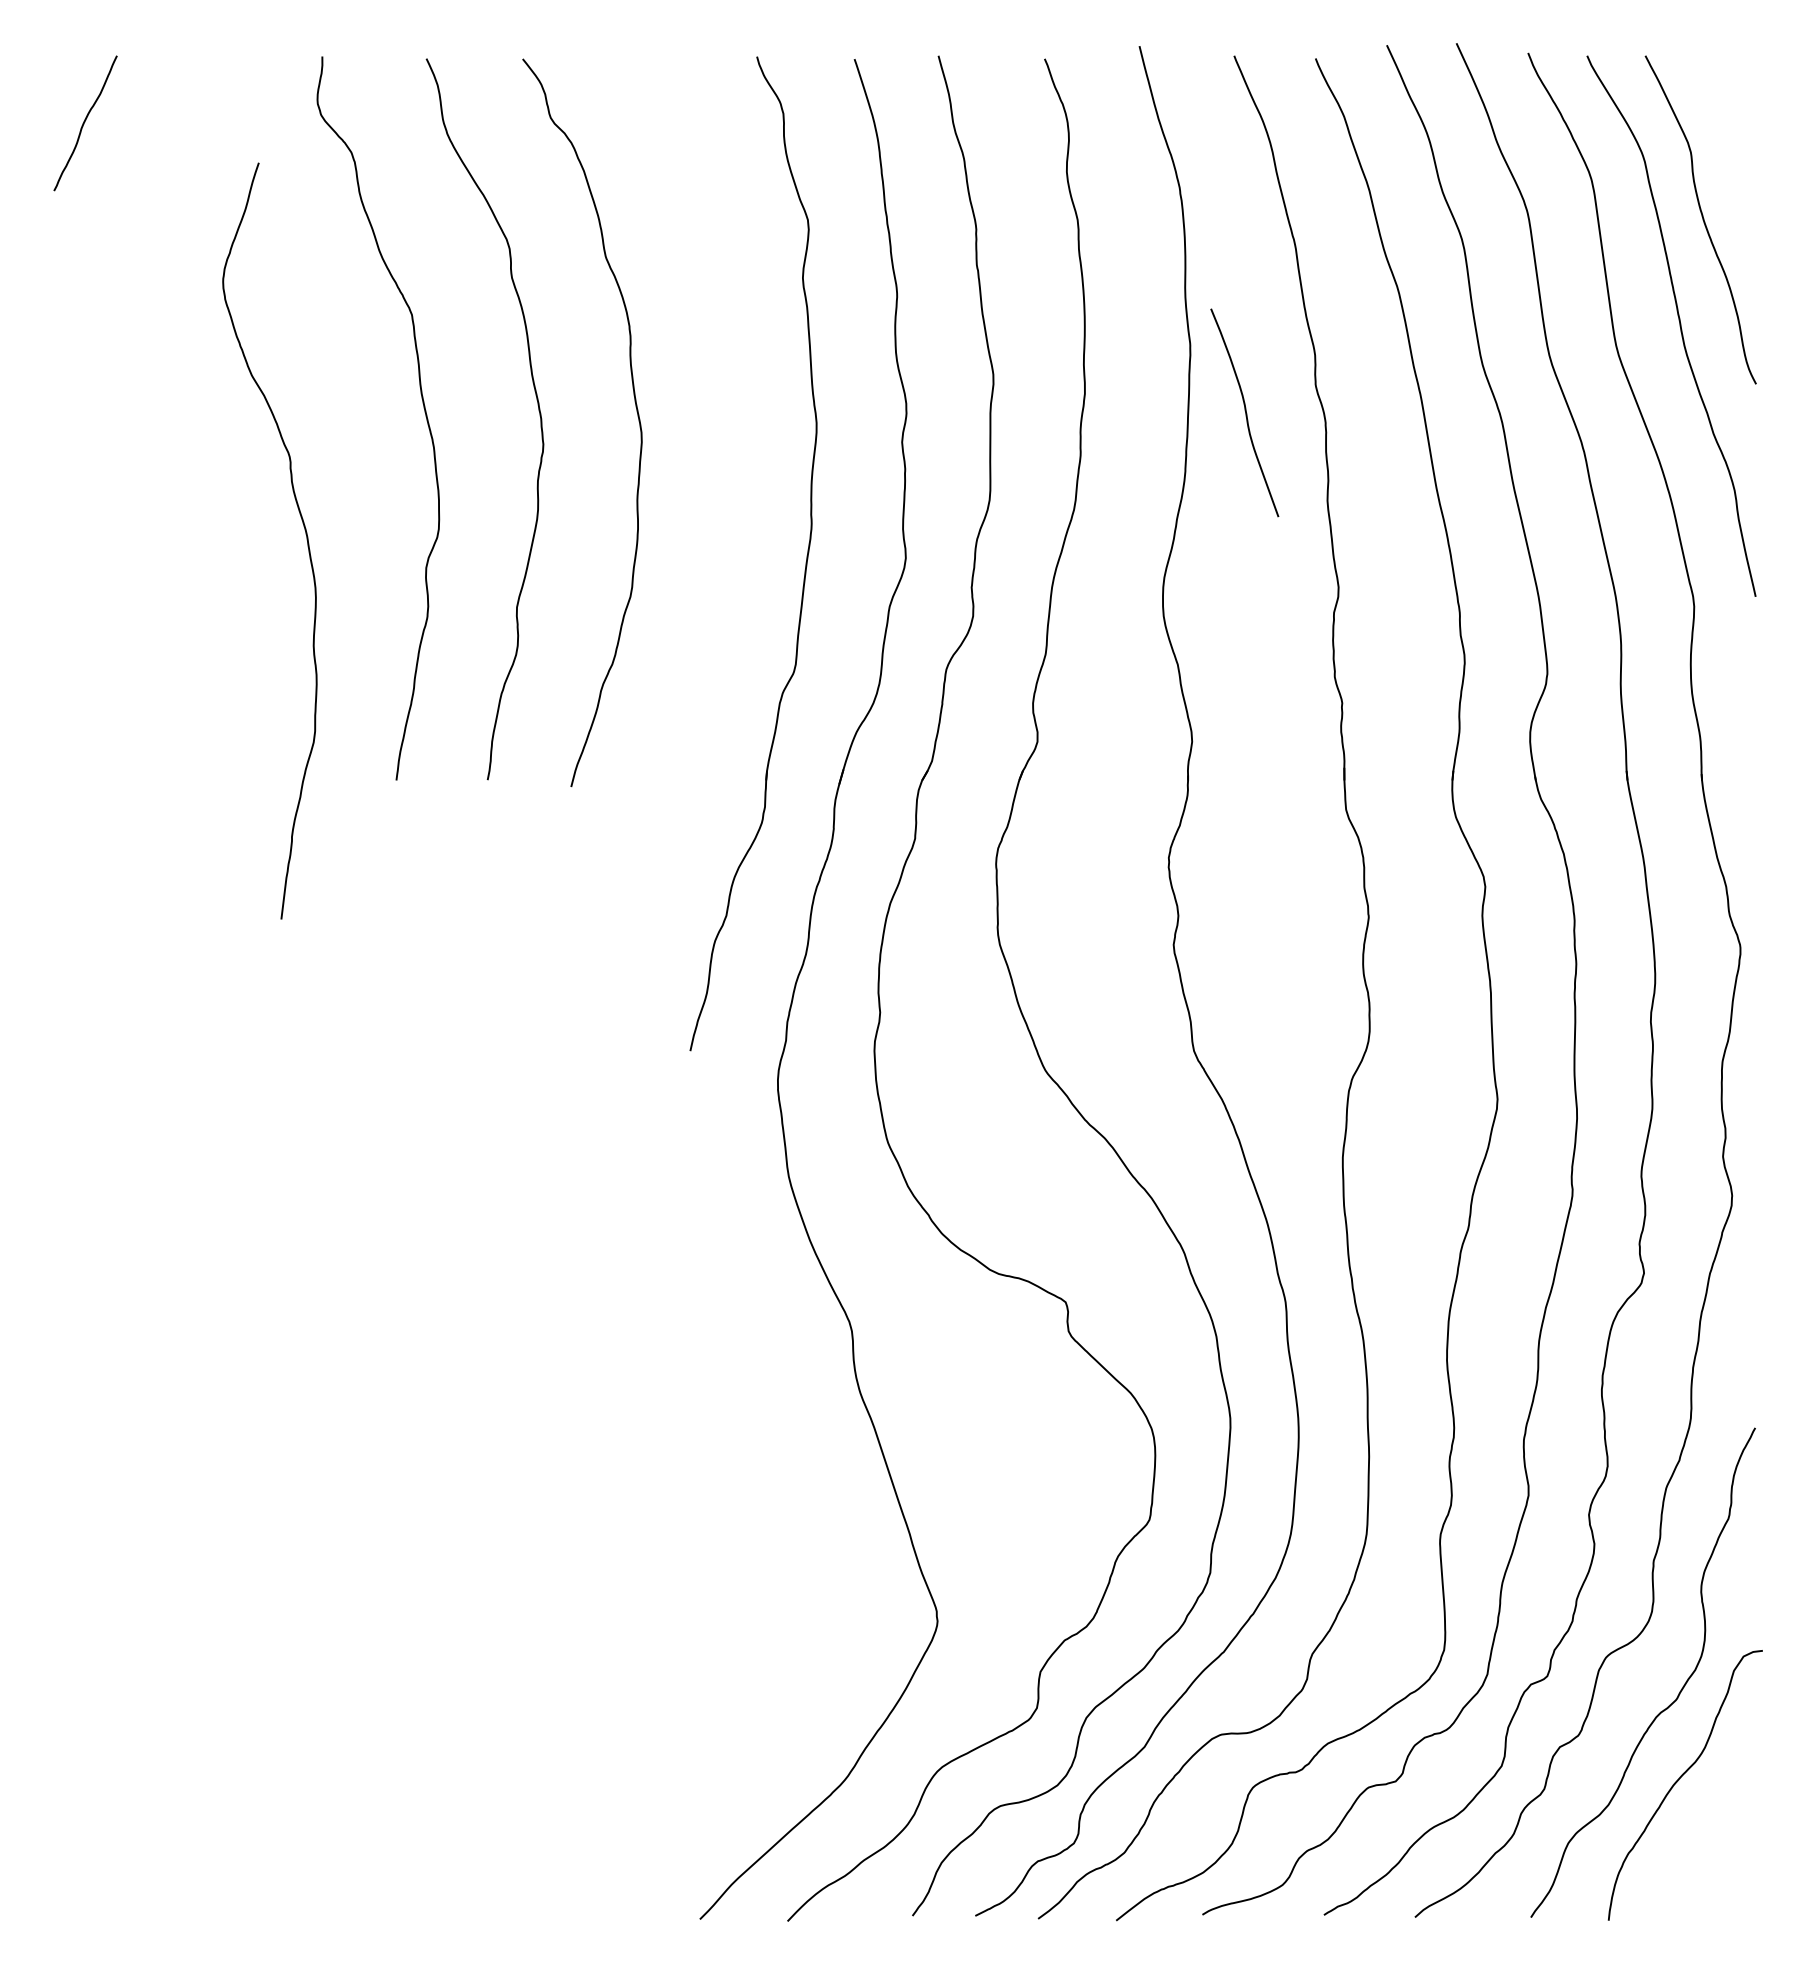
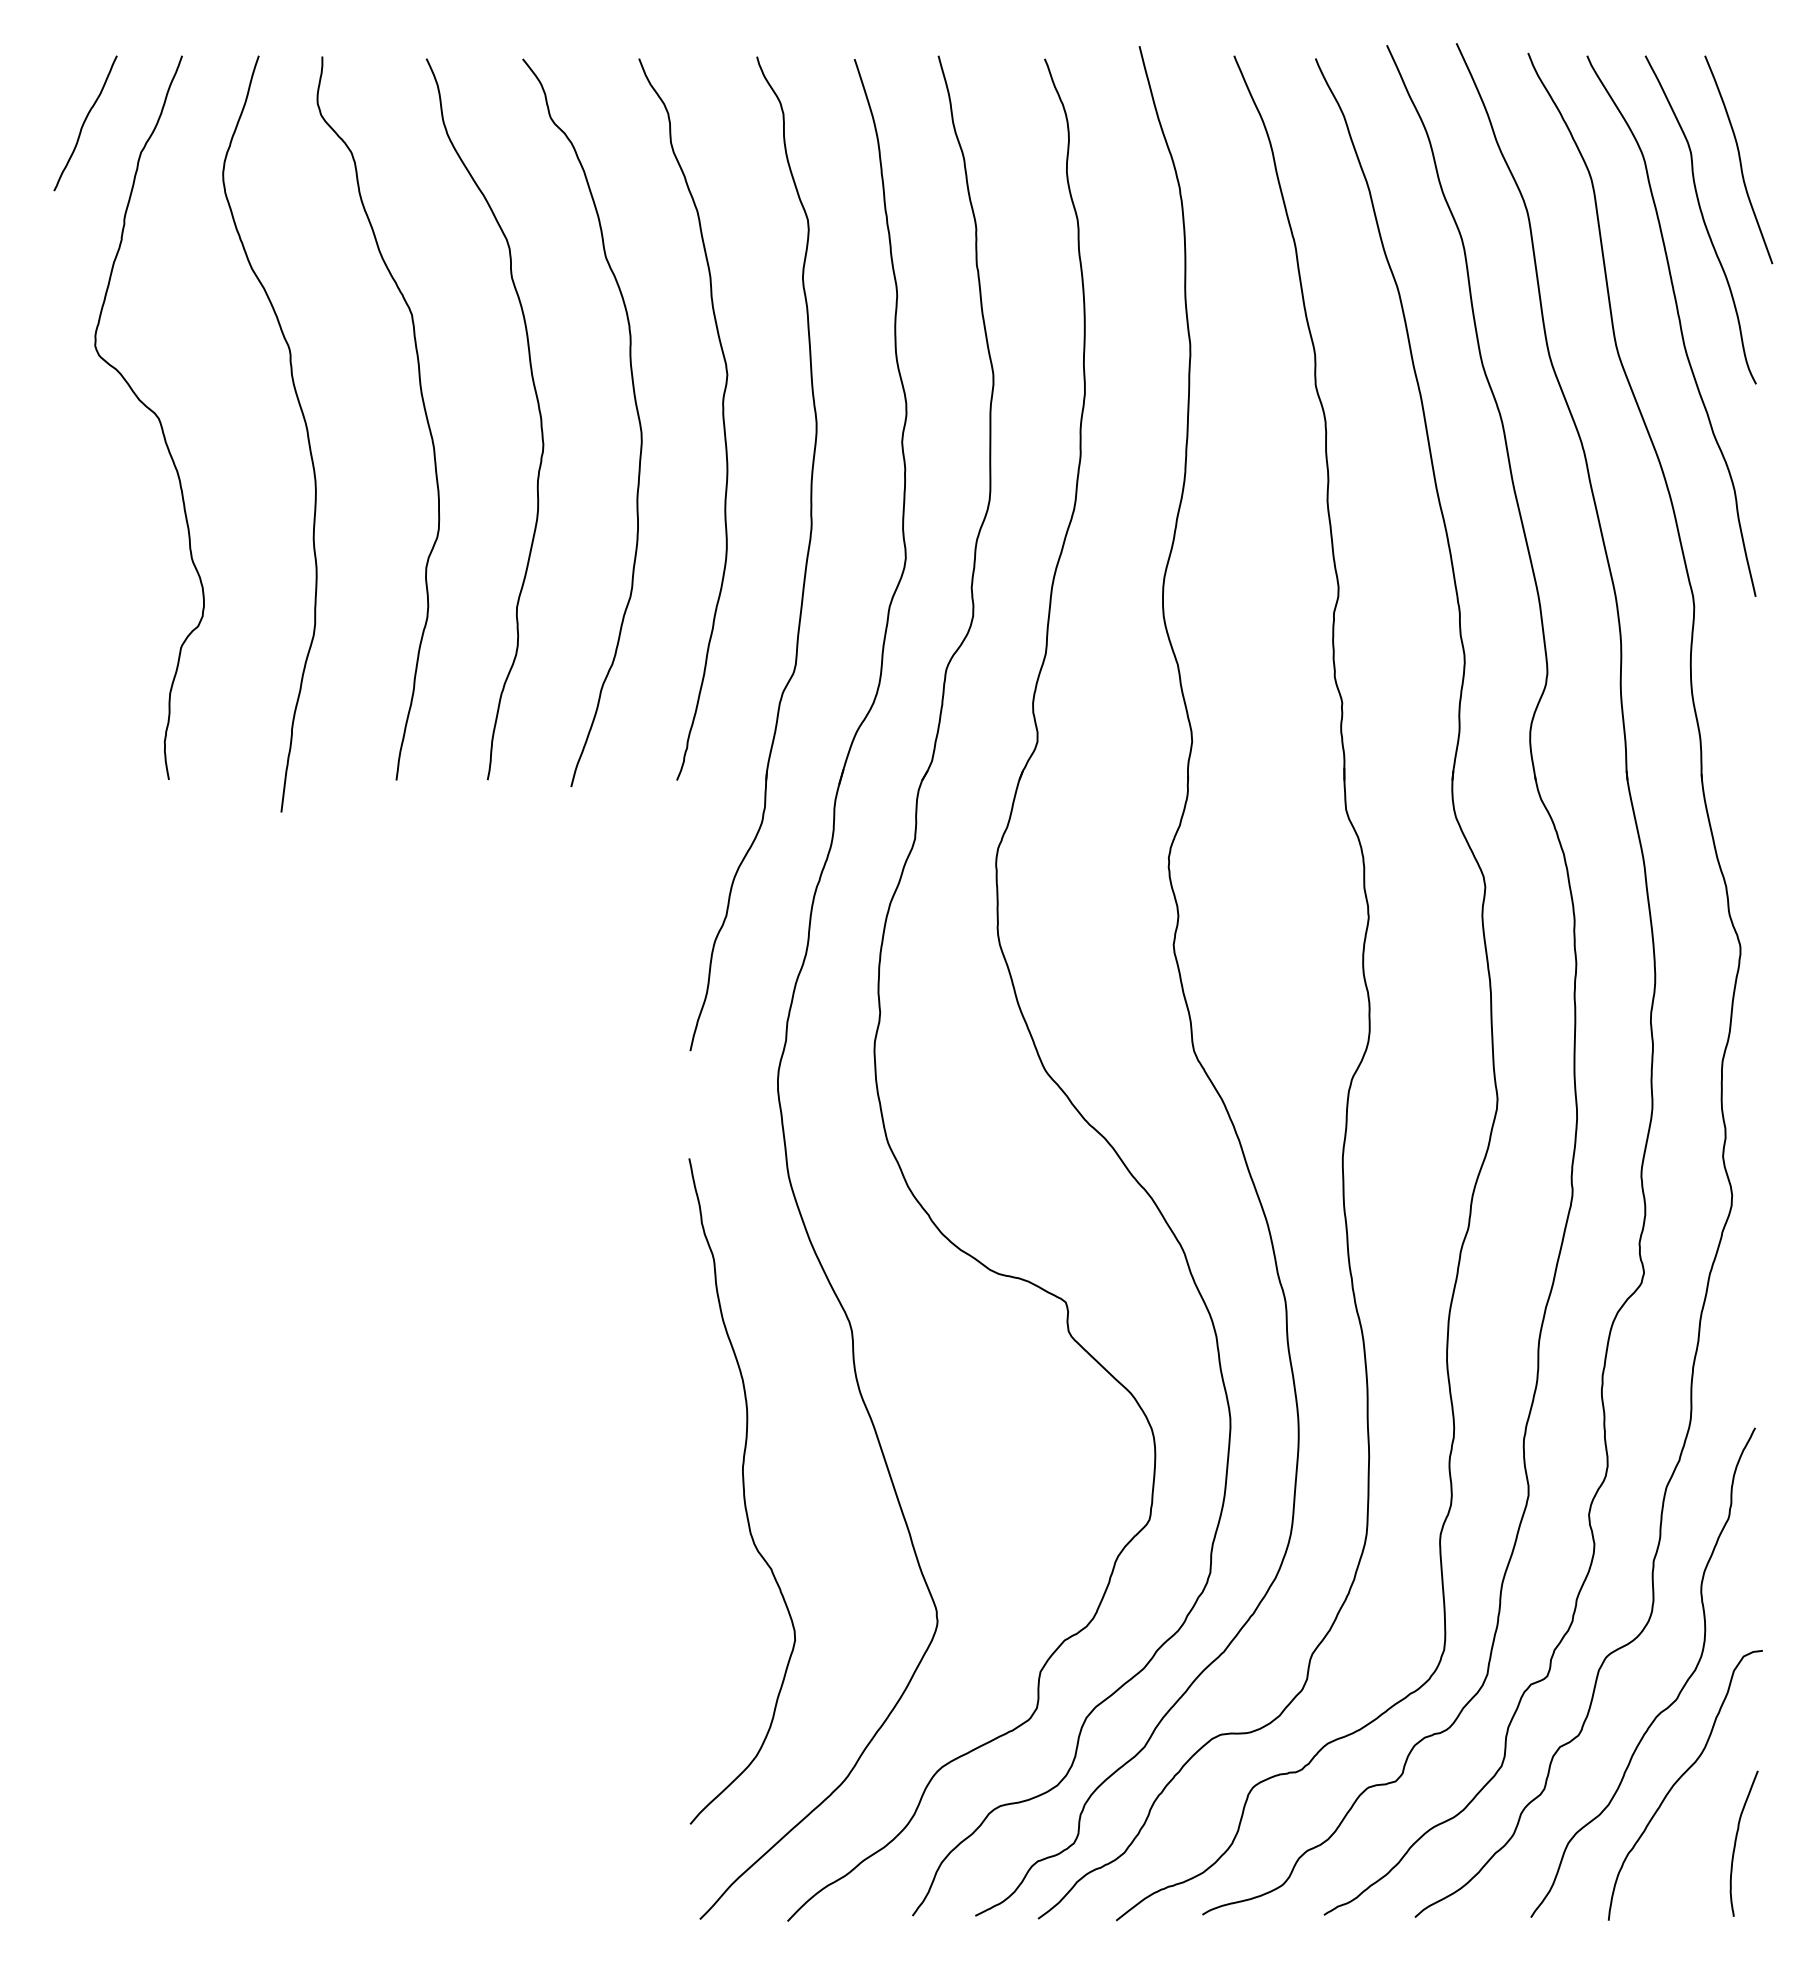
curve at (1245, 412) position: (1245, 412) -> (1739, 159)
curve at (153, 413): none -> present
curve at (722, 419): none -> present
curve at (304, 530) position: (304, 530) -> (304, 423)
curve at (743, 1491): none -> present
curve at (1736, 1843): none -> present
